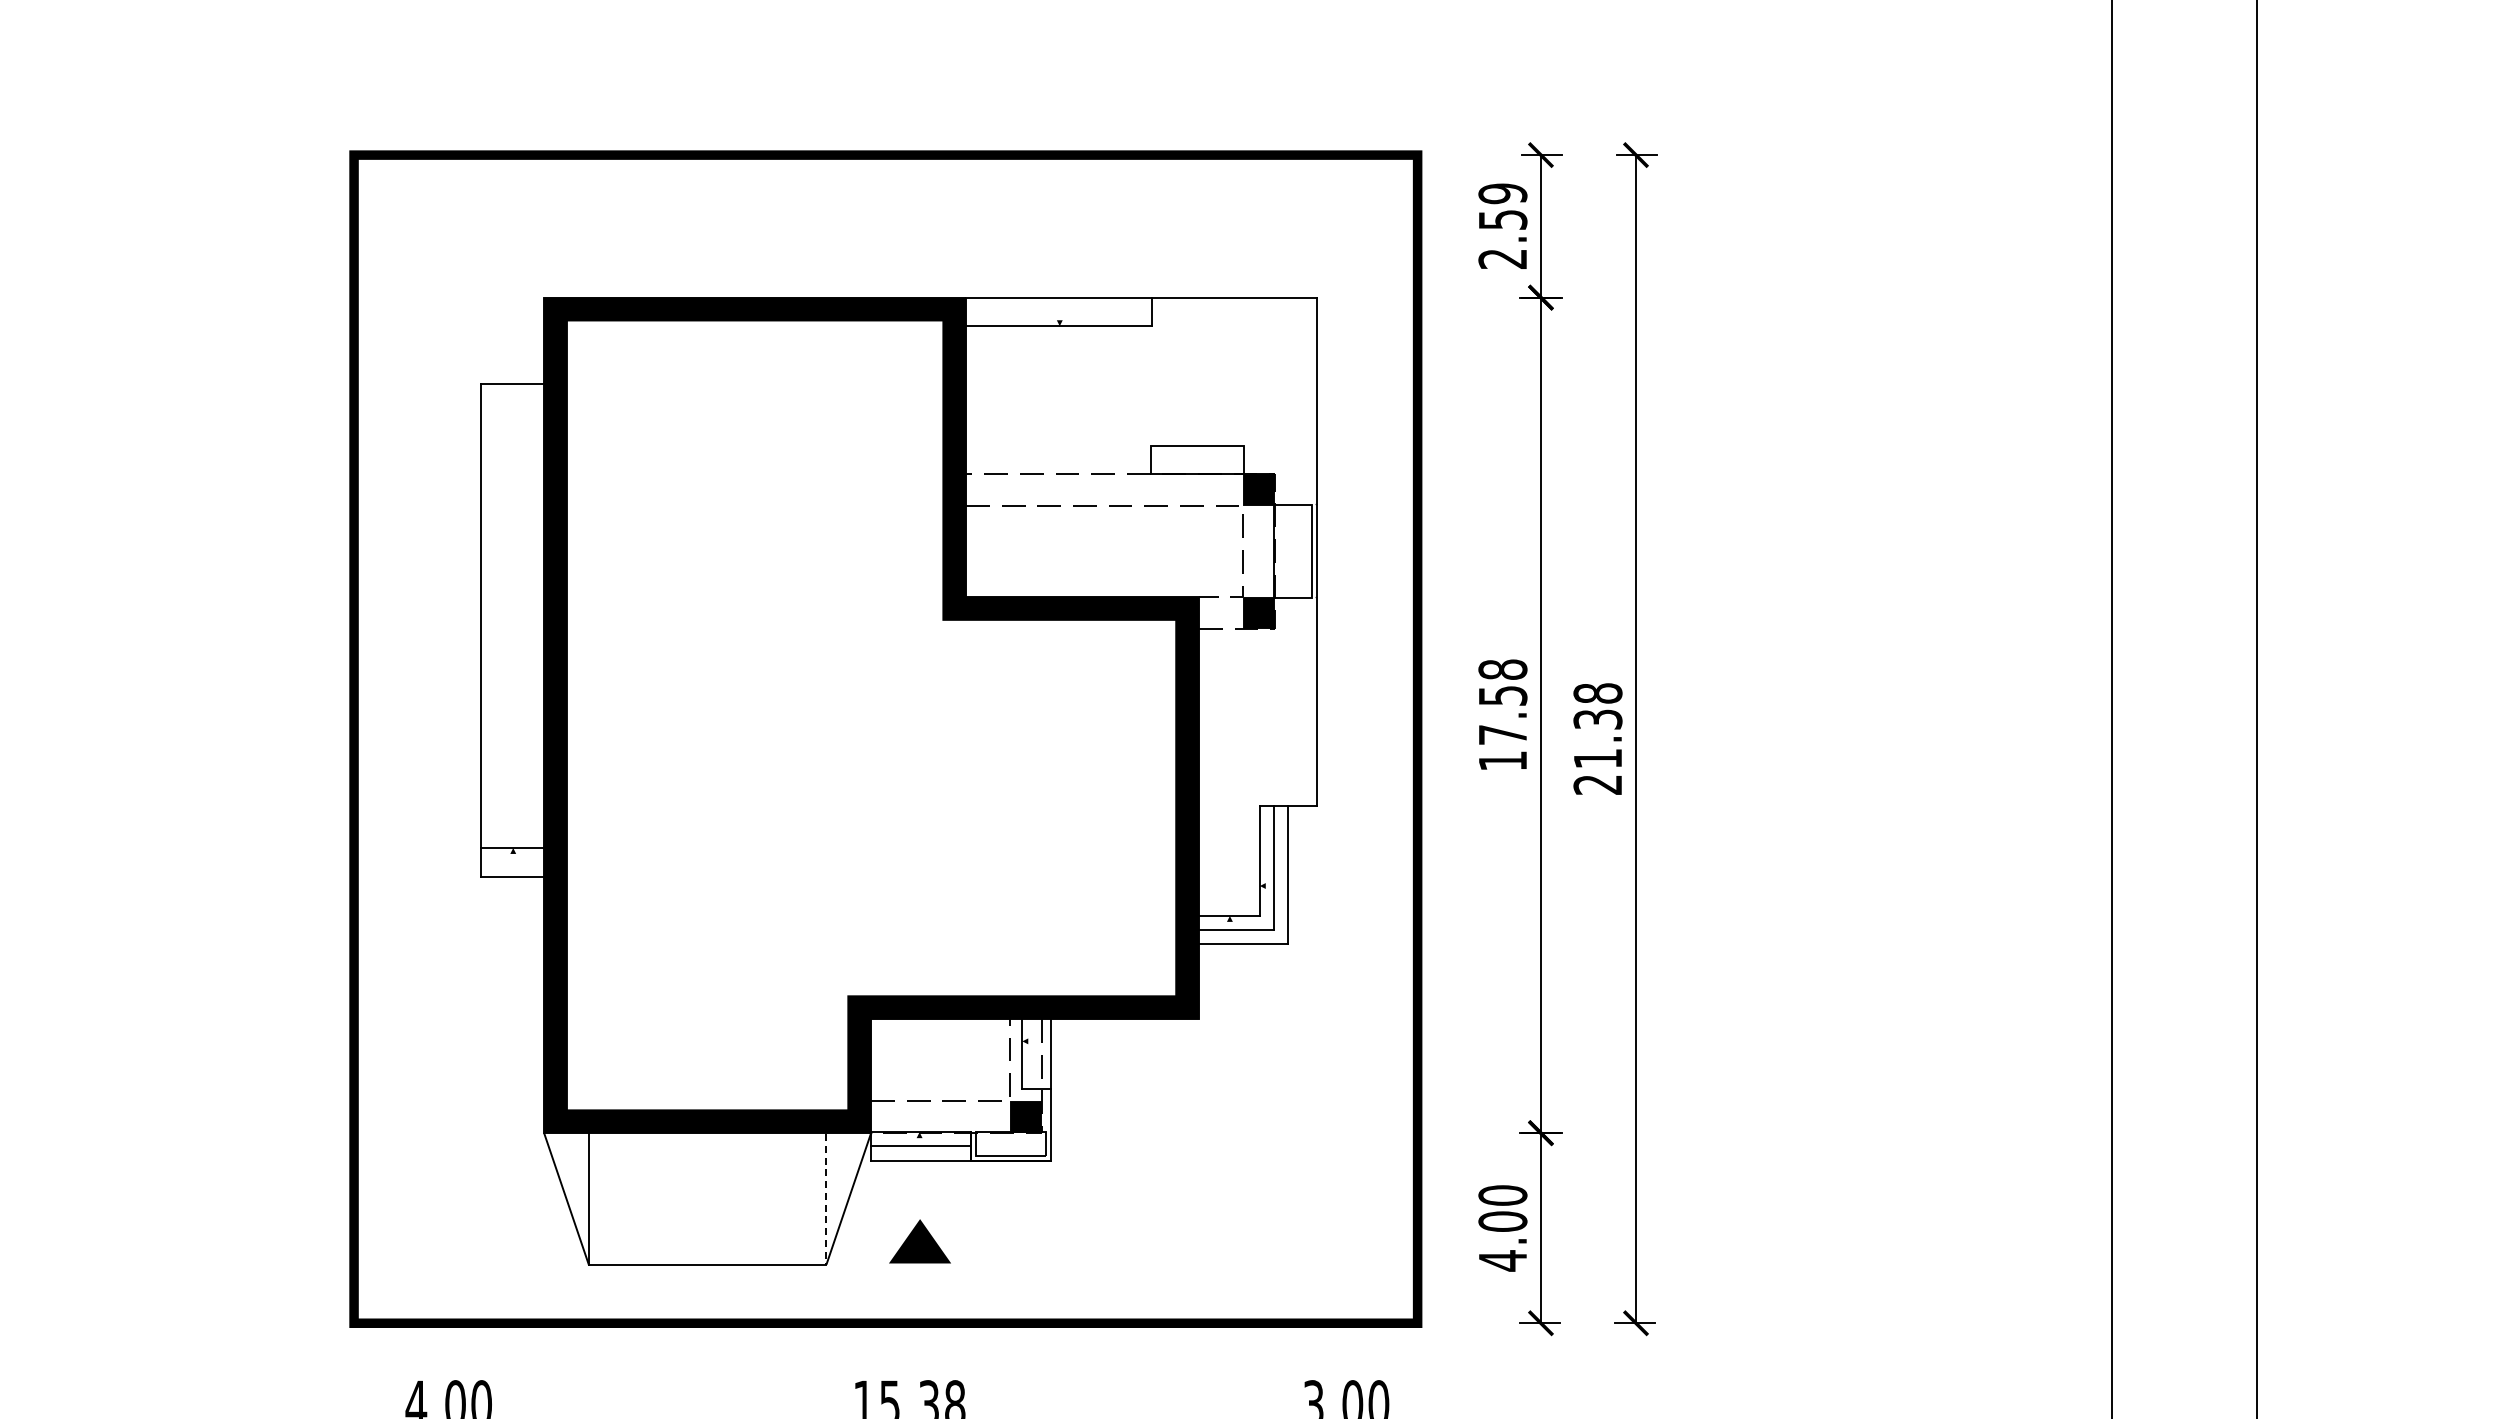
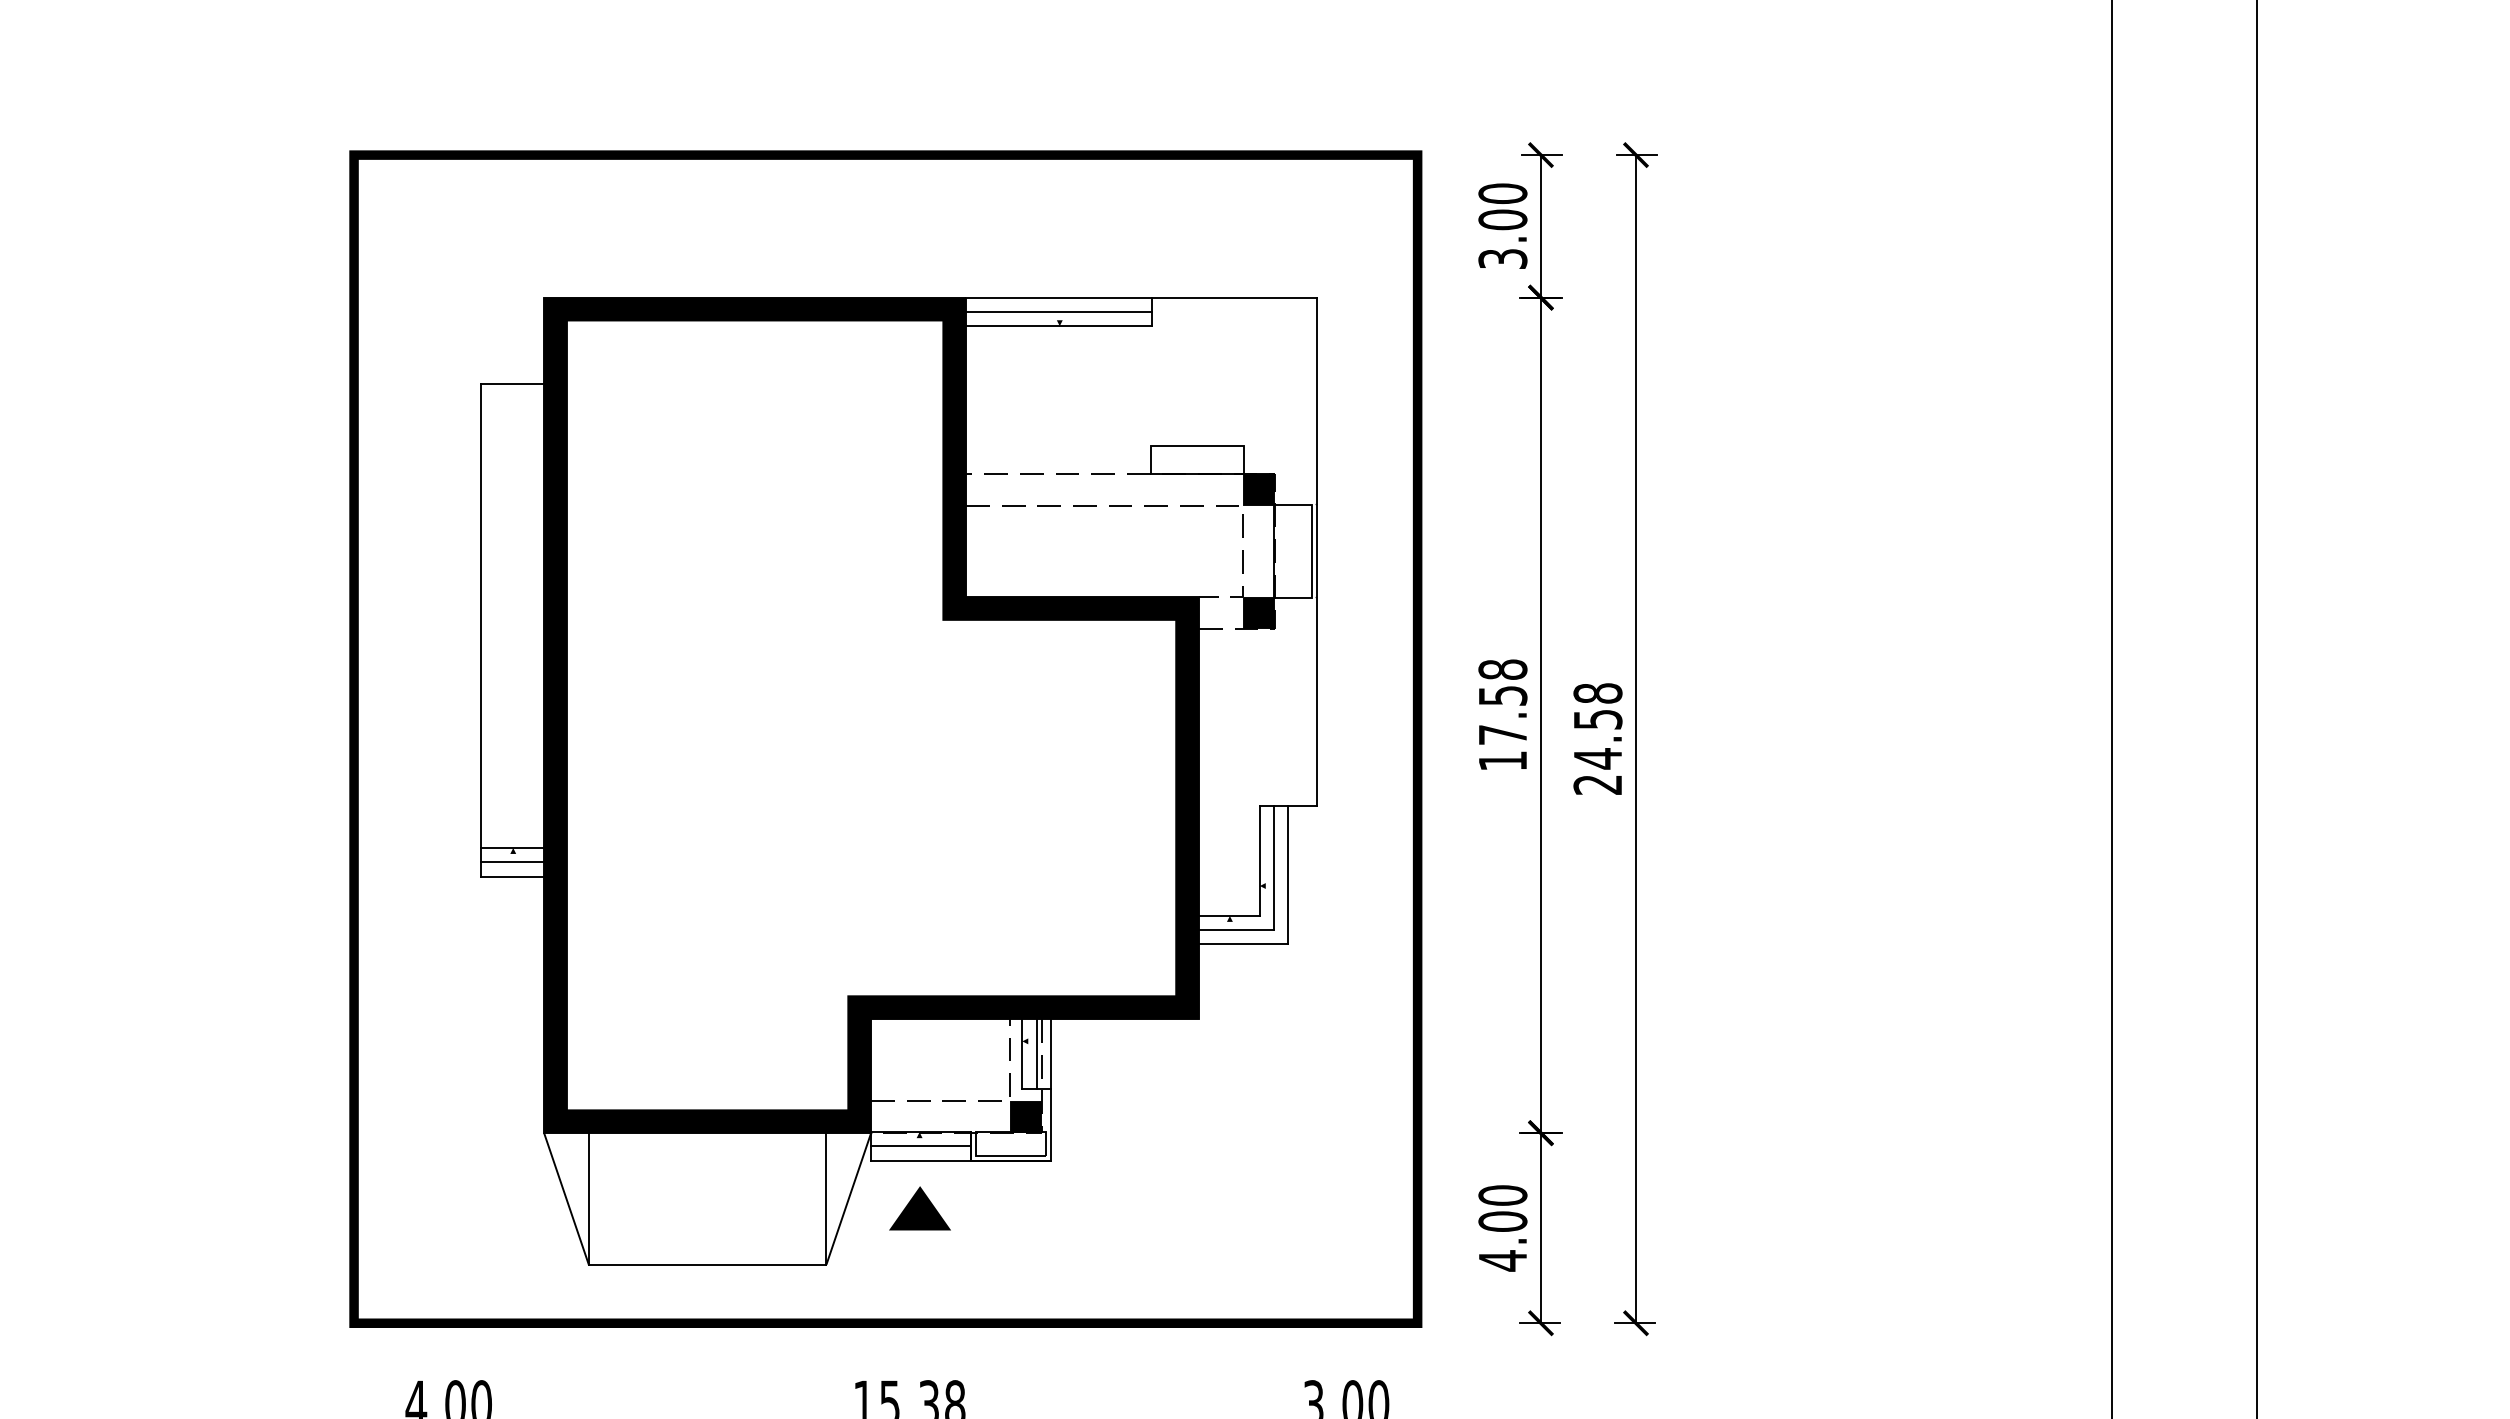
text at (1502, 225): 2.59 -> 3.00
line at (1059, 311): none -> present
text at (1597, 739): 21.38 -> 24.58
line at (513, 862): none -> present
line at (1036, 1054): none -> present
line at (826, 1199): dashed -> solid
part at (919, 1241) position: (919, 1241) -> (919, 1208)
